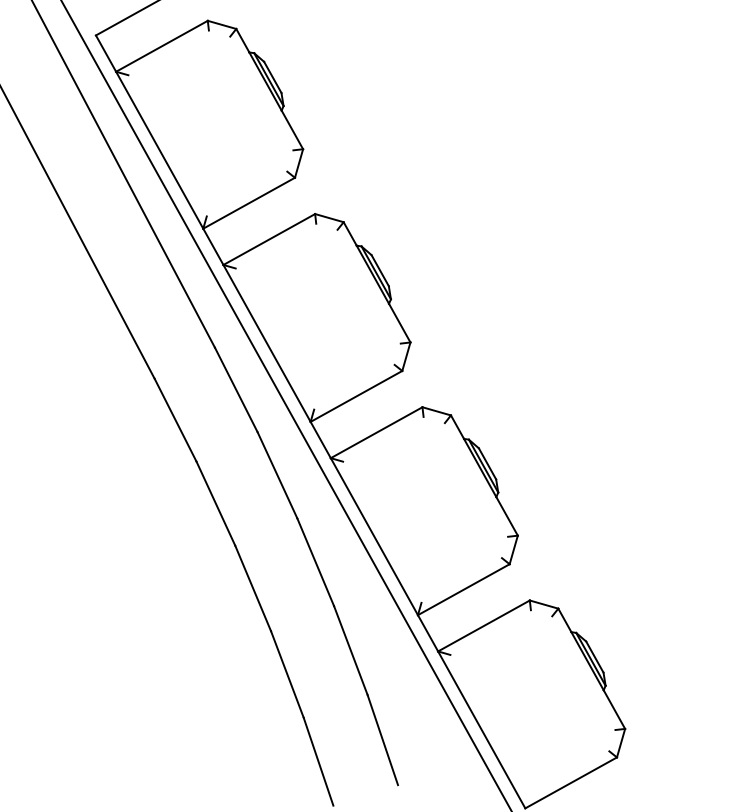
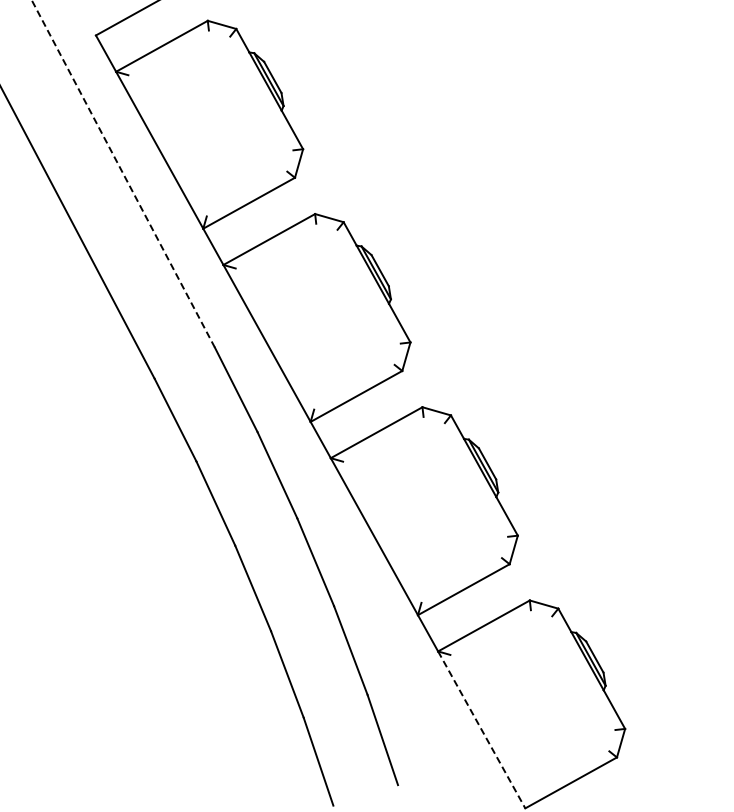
line at (123, 173): solid -> dashed
line at (286, 405): present -> none
line at (481, 729): solid -> dashed
